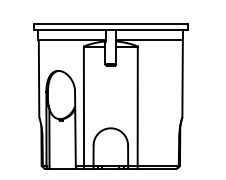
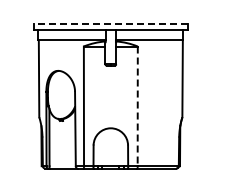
line at (110, 24): solid -> dashed
line at (137, 106): solid -> dashed
